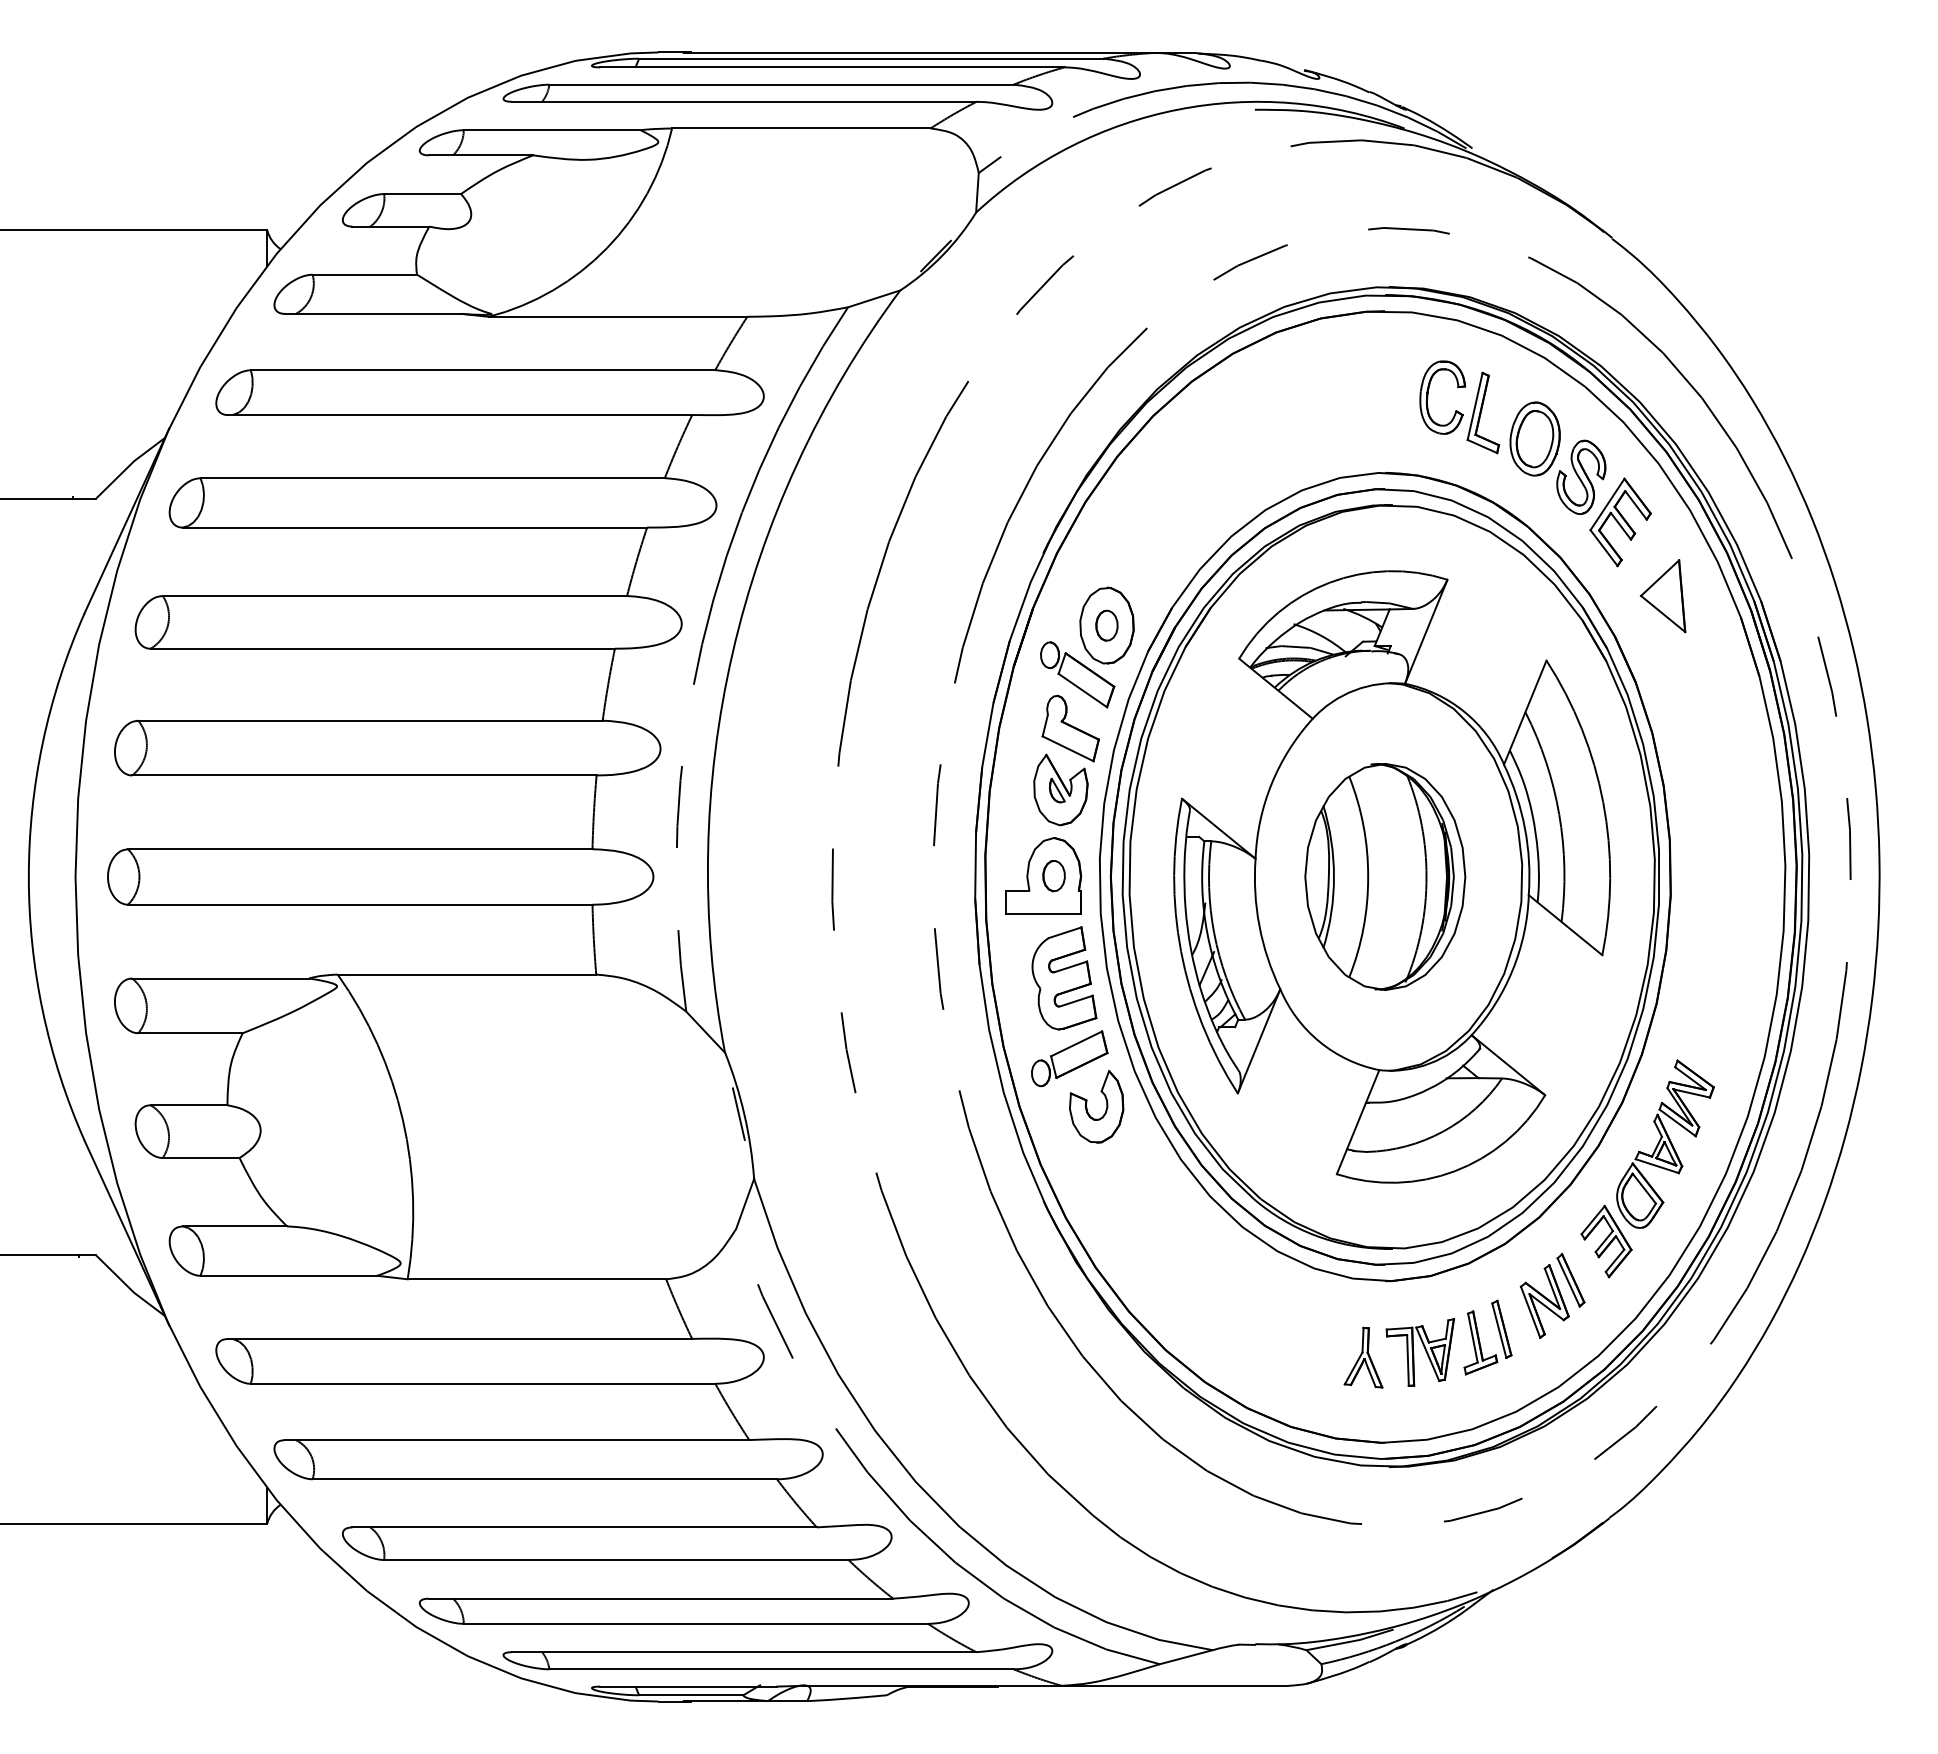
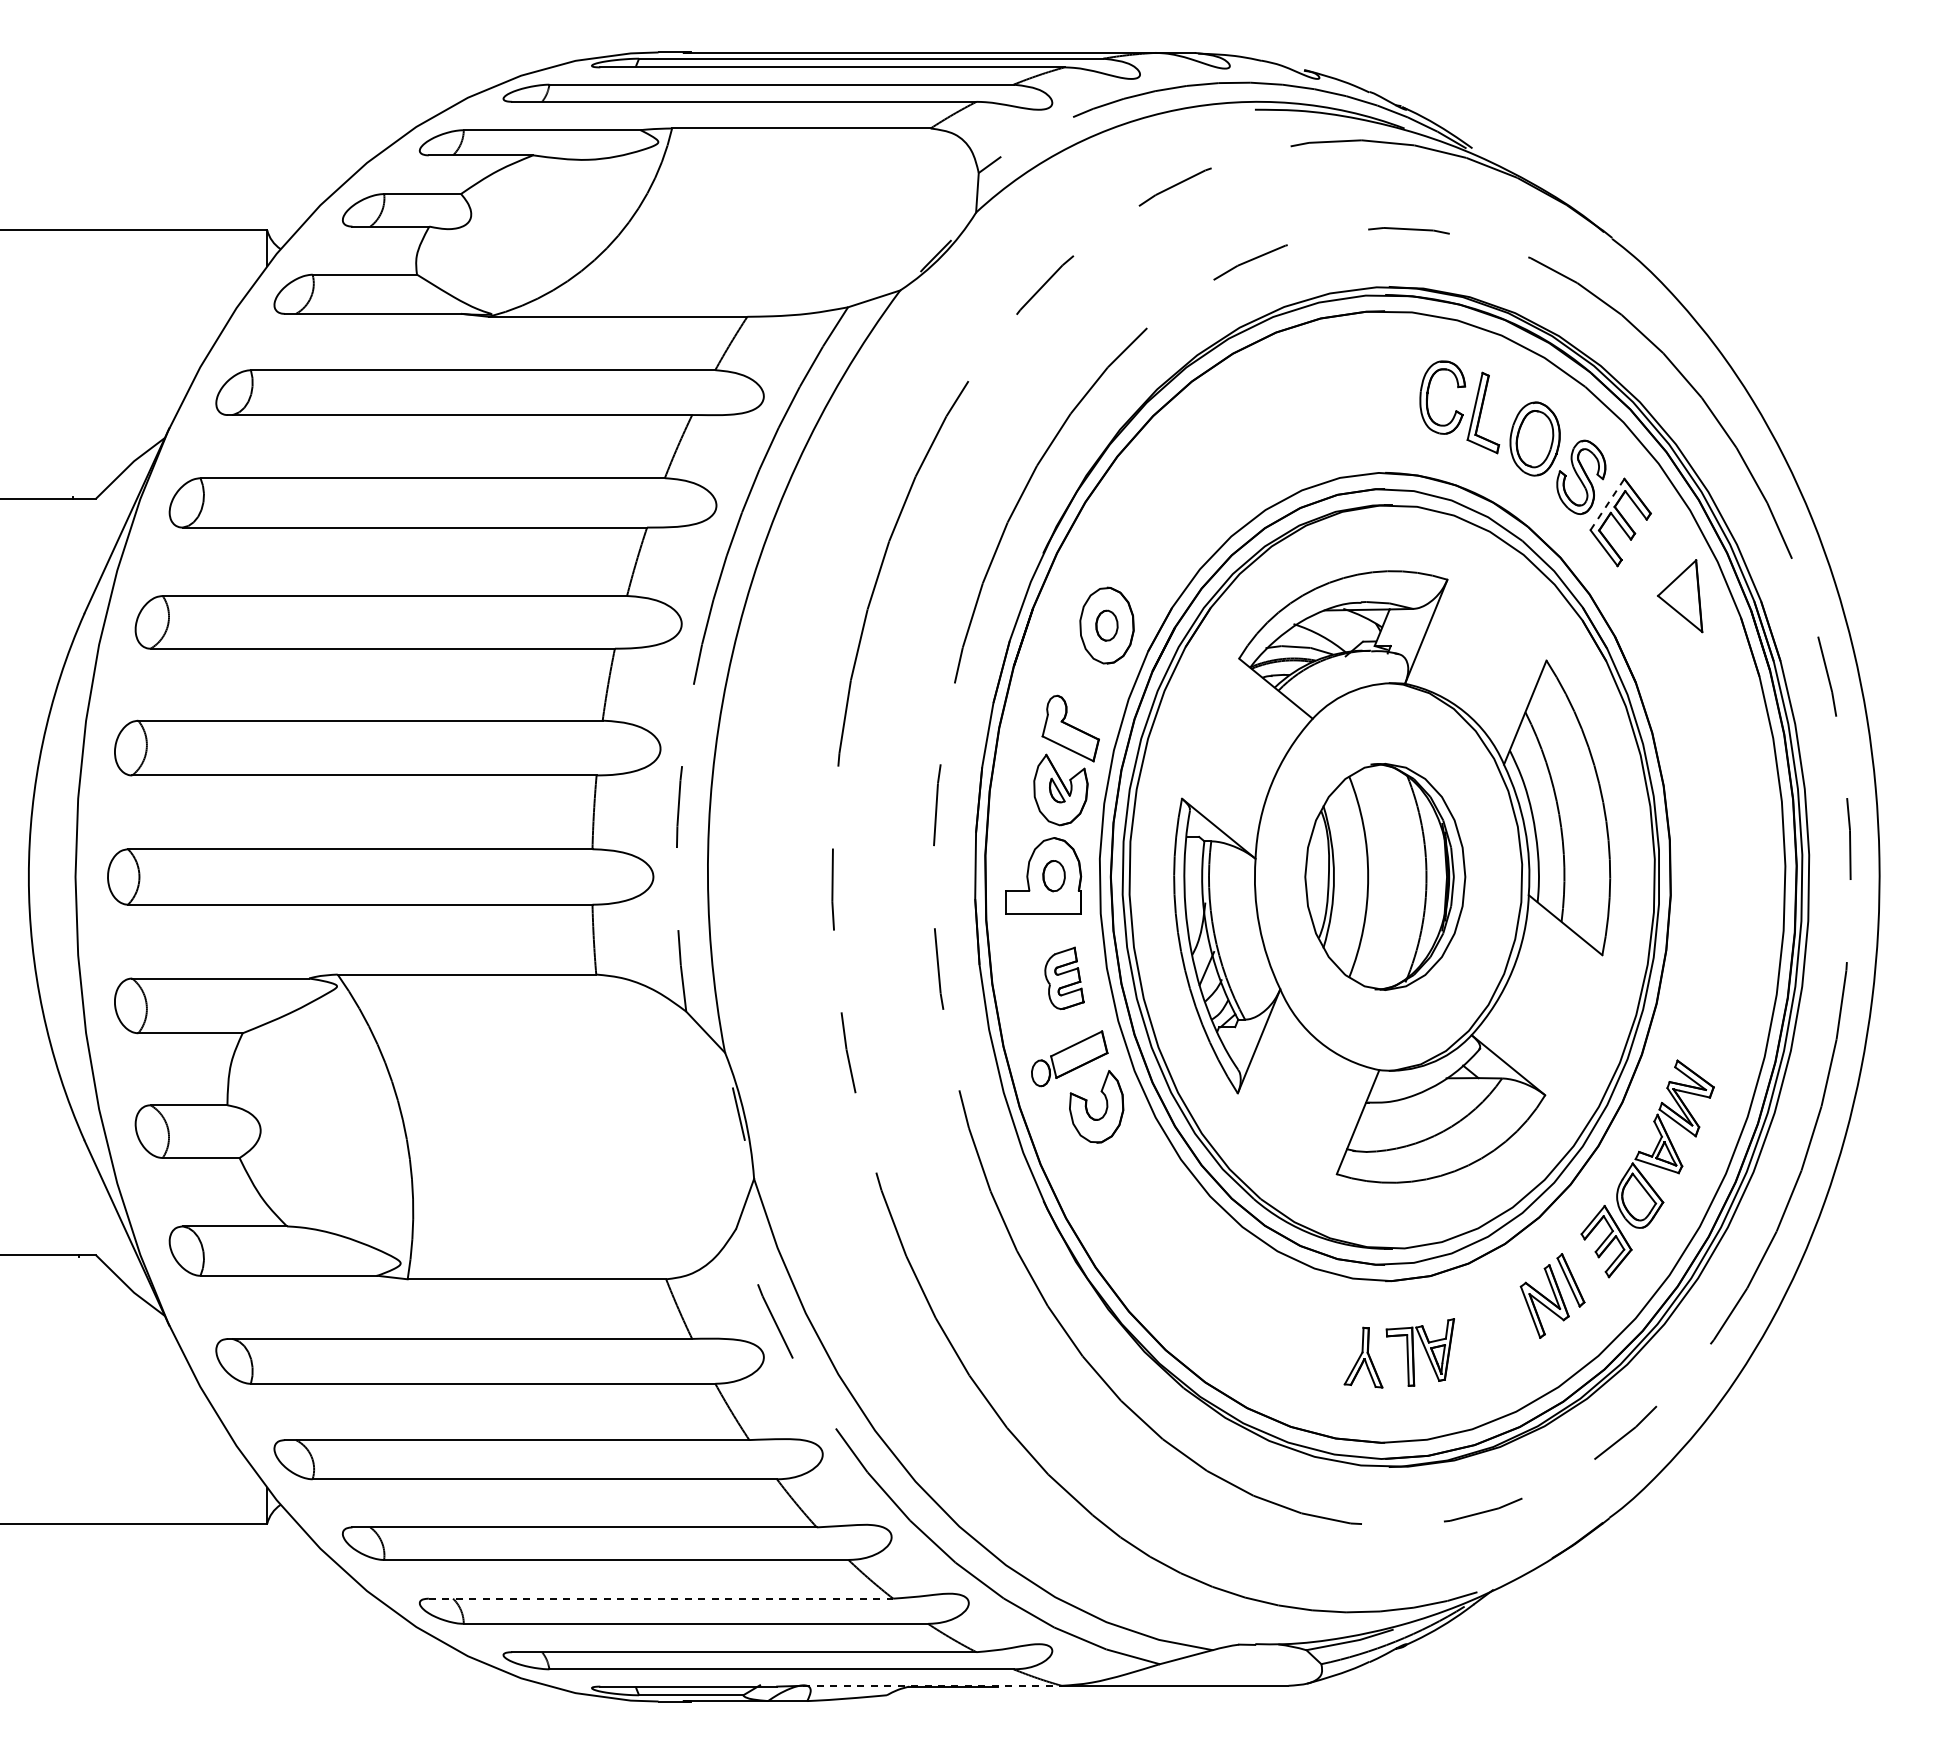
line at (1607, 504): solid -> dashed
part at (1663, 596) position: (1663, 596) -> (1680, 596)
part at (1077, 674): present -> none
part at (1064, 978) size: 67x105 px -> 41x64 px
part at (1479, 1337): present -> none
line at (661, 1598): solid -> dashed
line at (933, 1685): solid -> dashed
